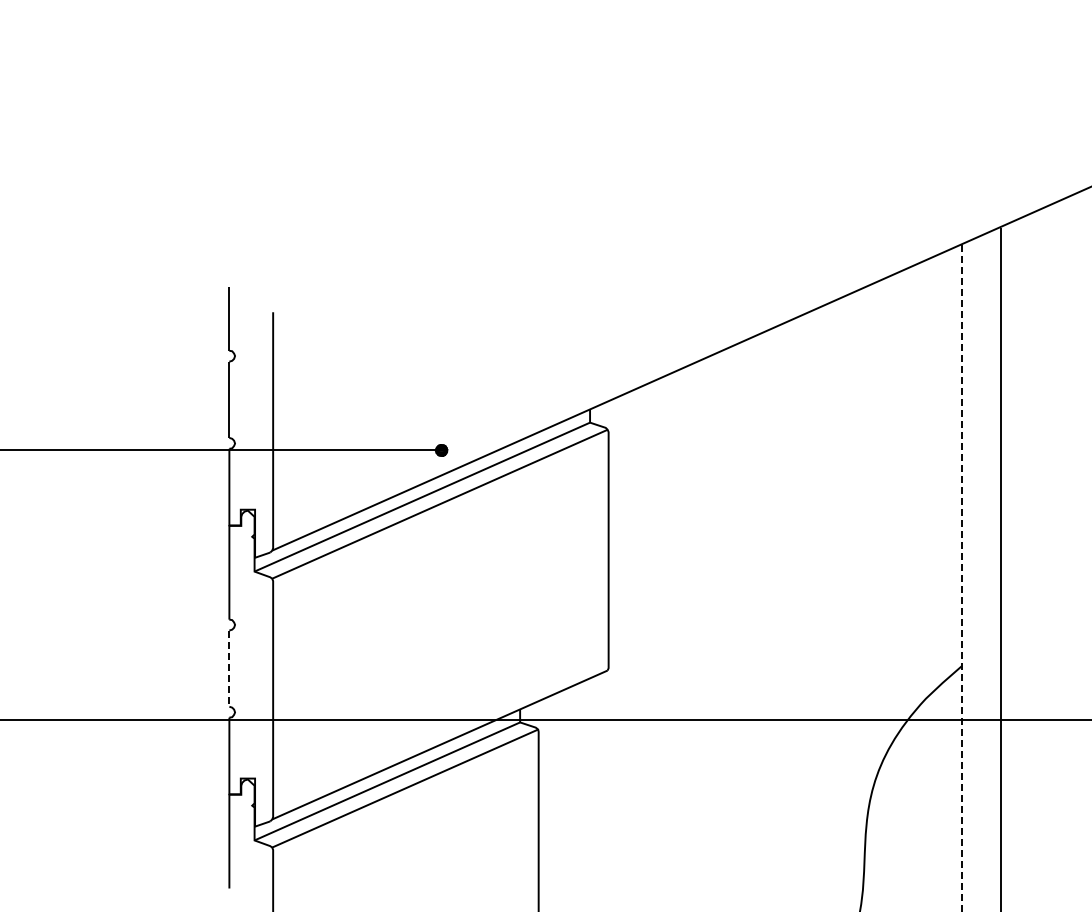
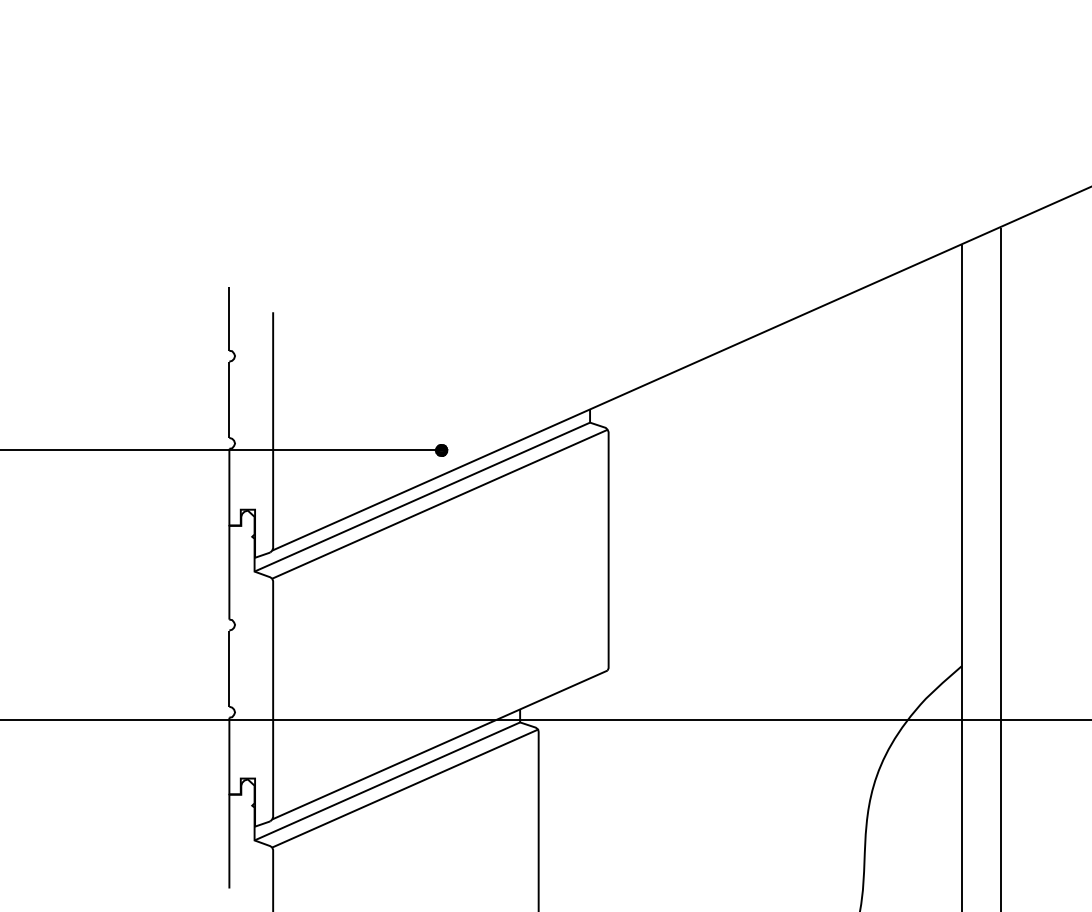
line at (961, 578): dashed -> solid
line at (229, 669): dashed -> solid
